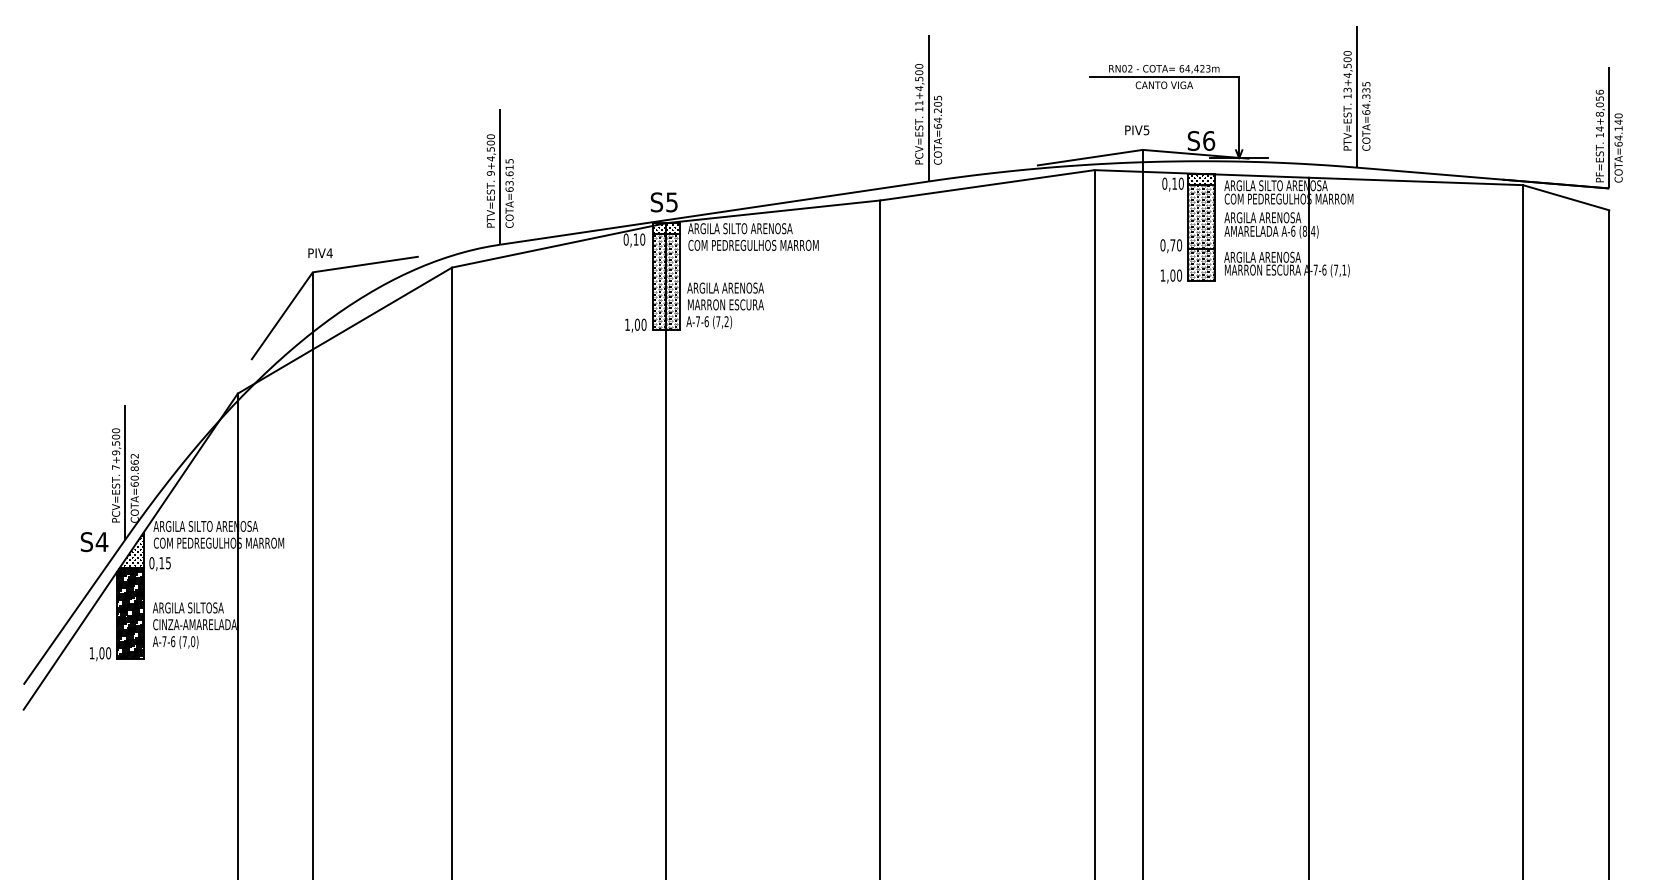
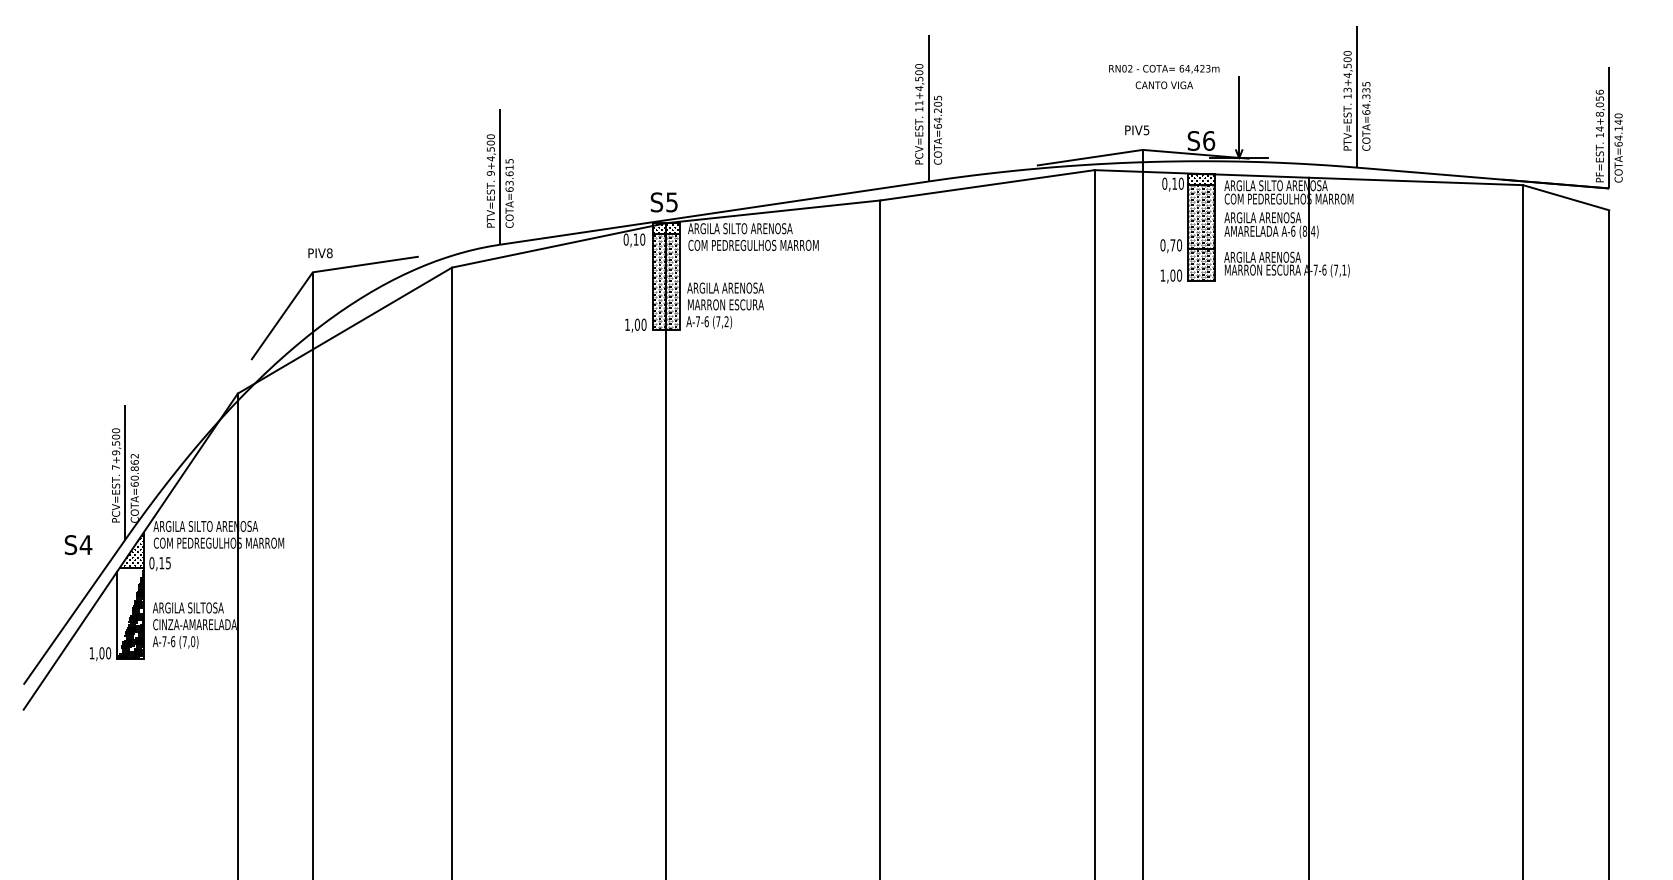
line at (1164, 76): present -> none
text at (329, 253): PIV4 -> PIV8
text at (94, 542) position: (94, 542) -> (78, 545)
hatch at (130, 612): present -> none
